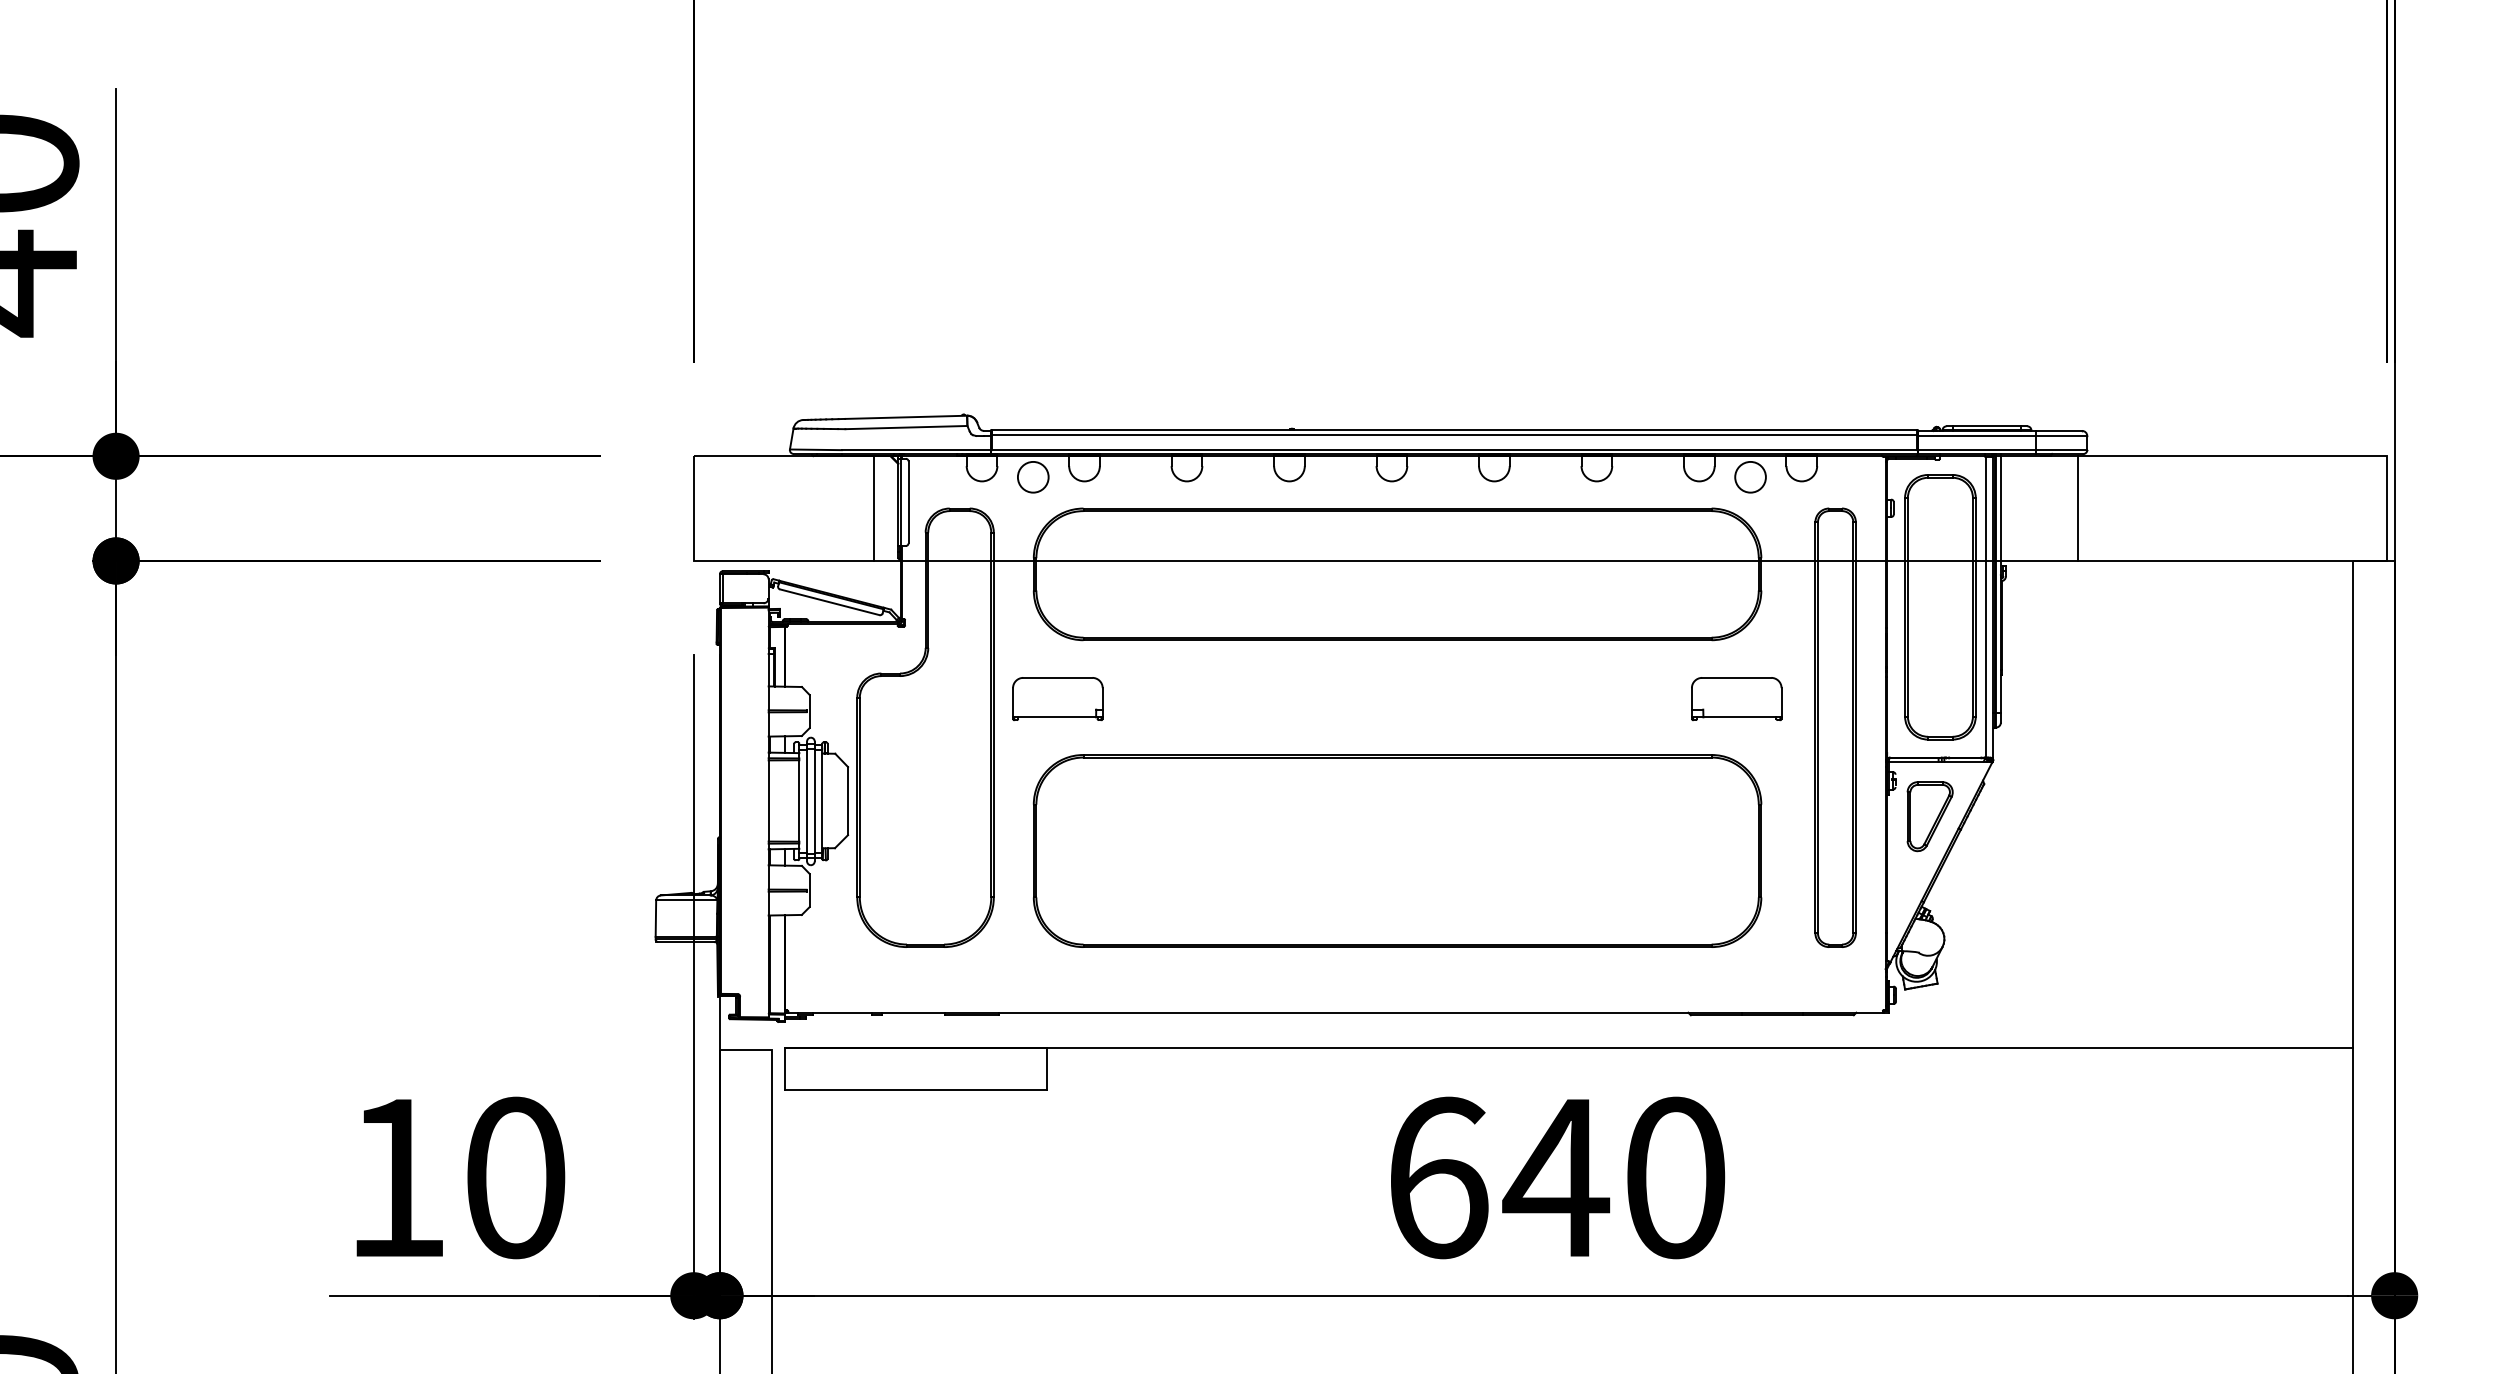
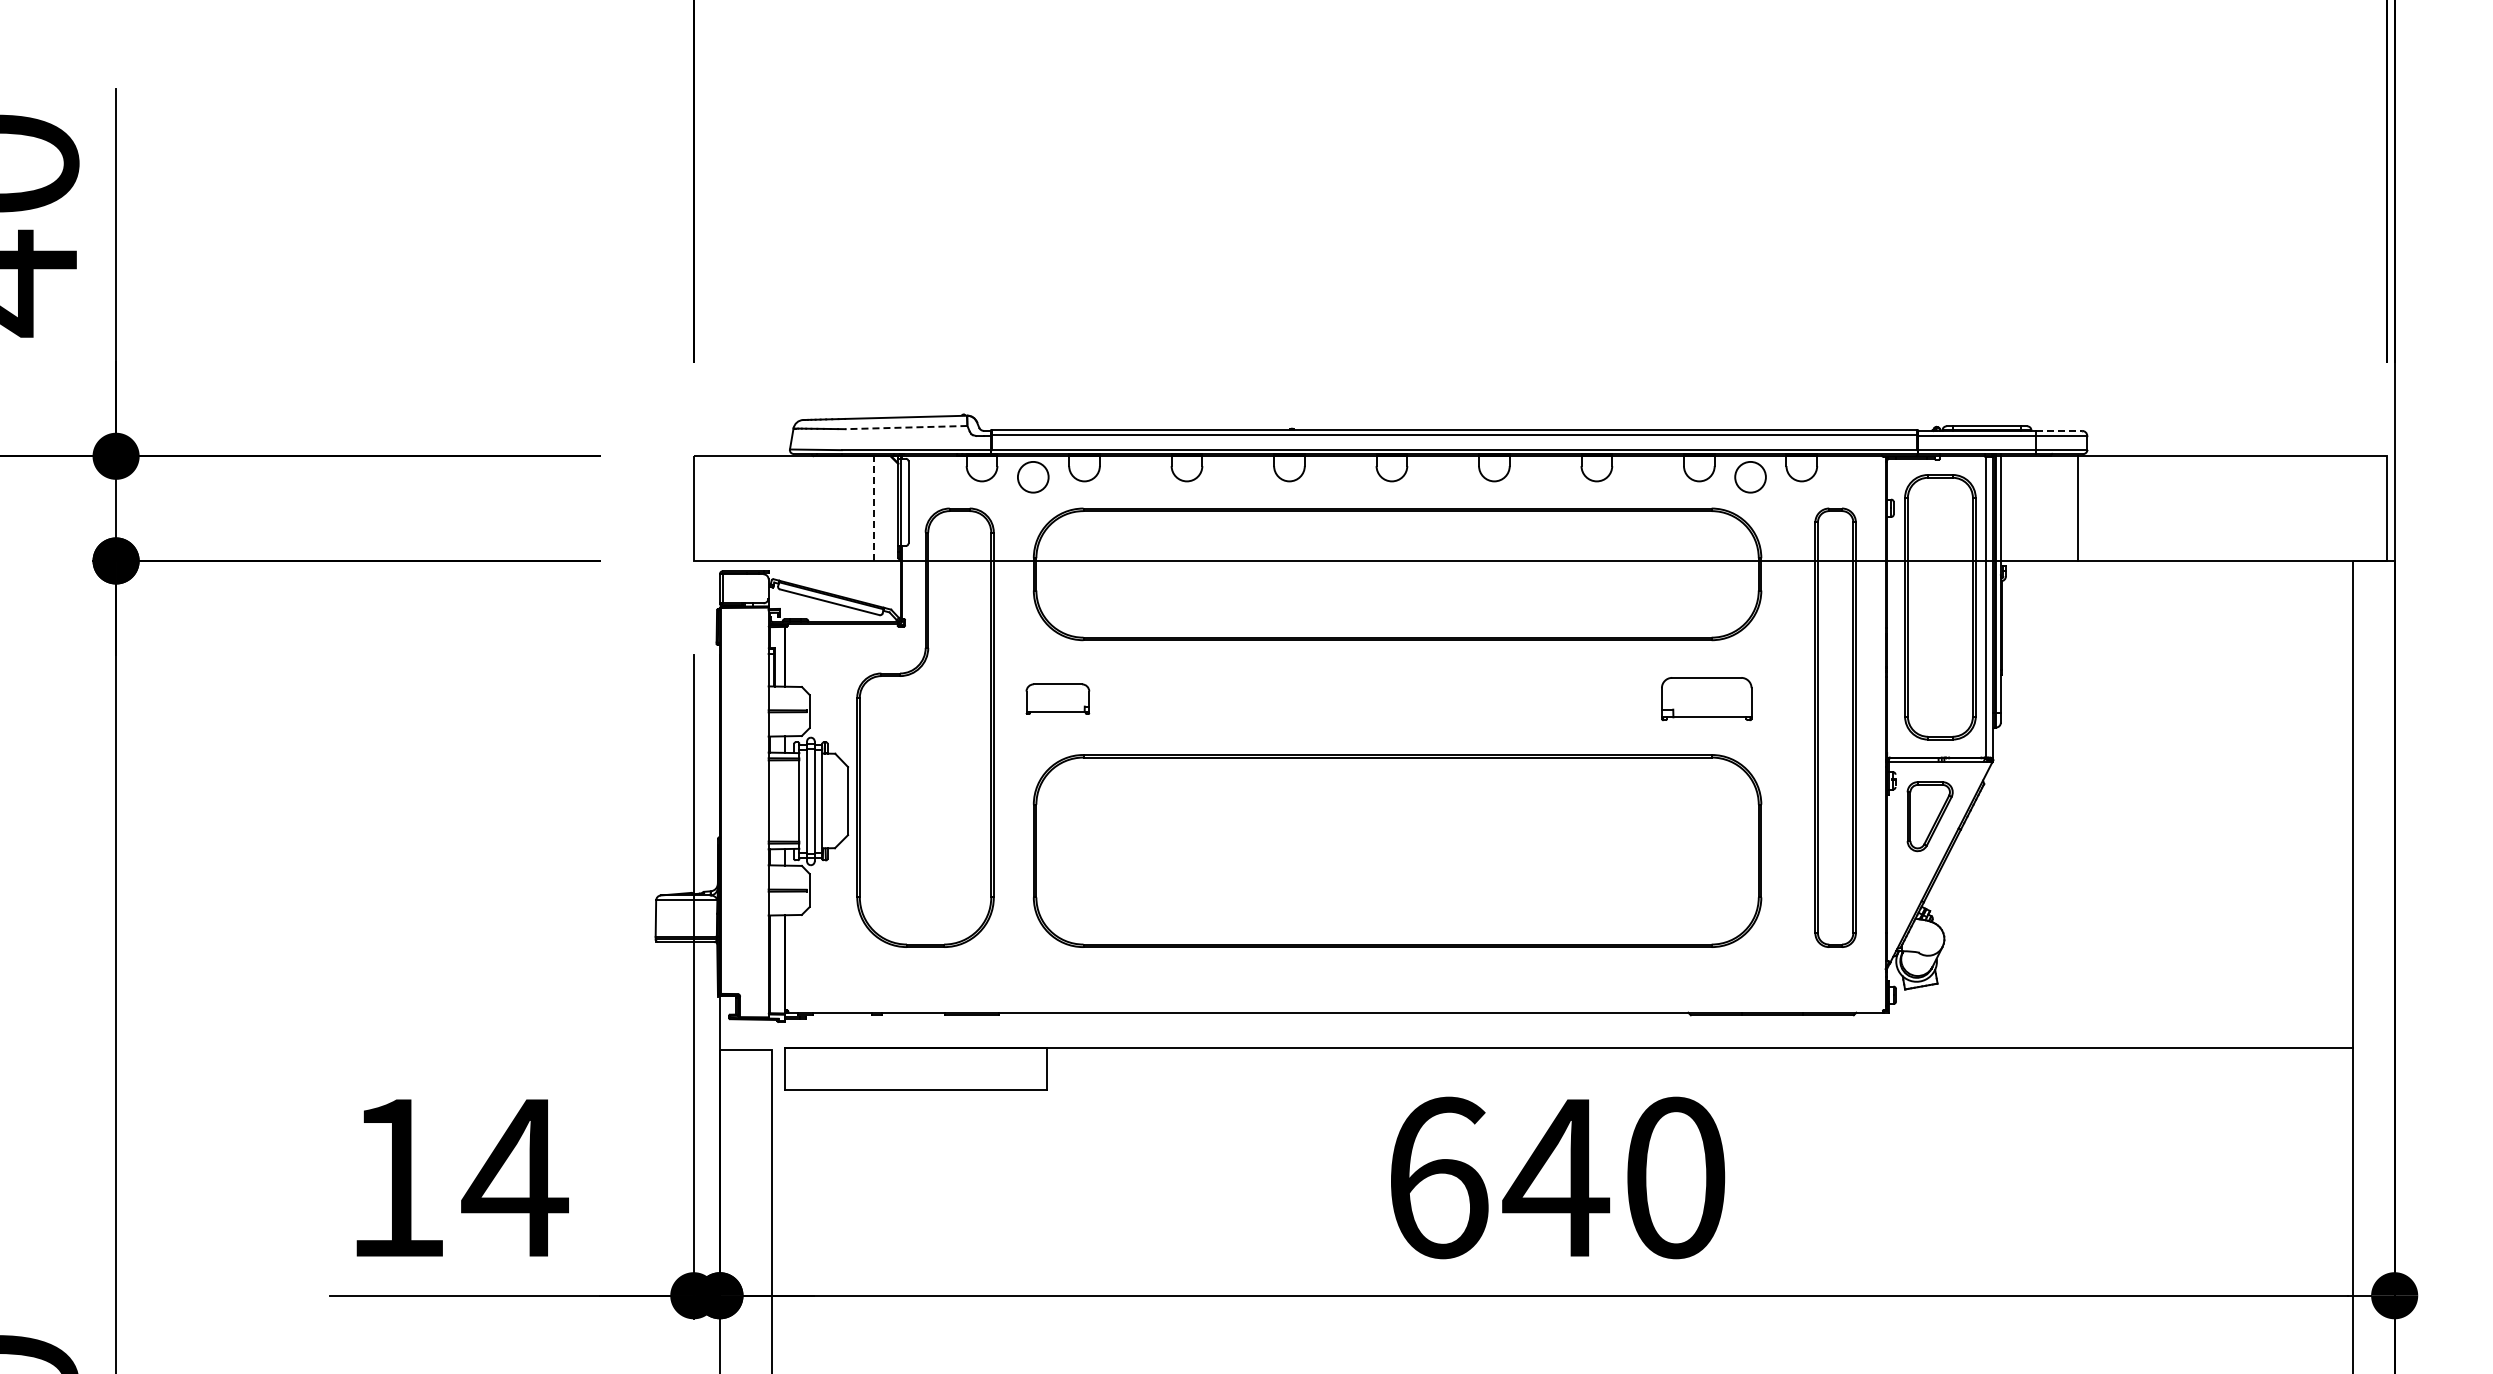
line at (905, 427): solid -> dashed
line at (2059, 430): solid -> dashed
line at (874, 508): solid -> dashed
part at (1057, 699) size: 92x45 px -> 66x32 px
part at (1736, 699) position: (1736, 699) -> (1706, 699)
text at (514, 1177): 10 -> 14
